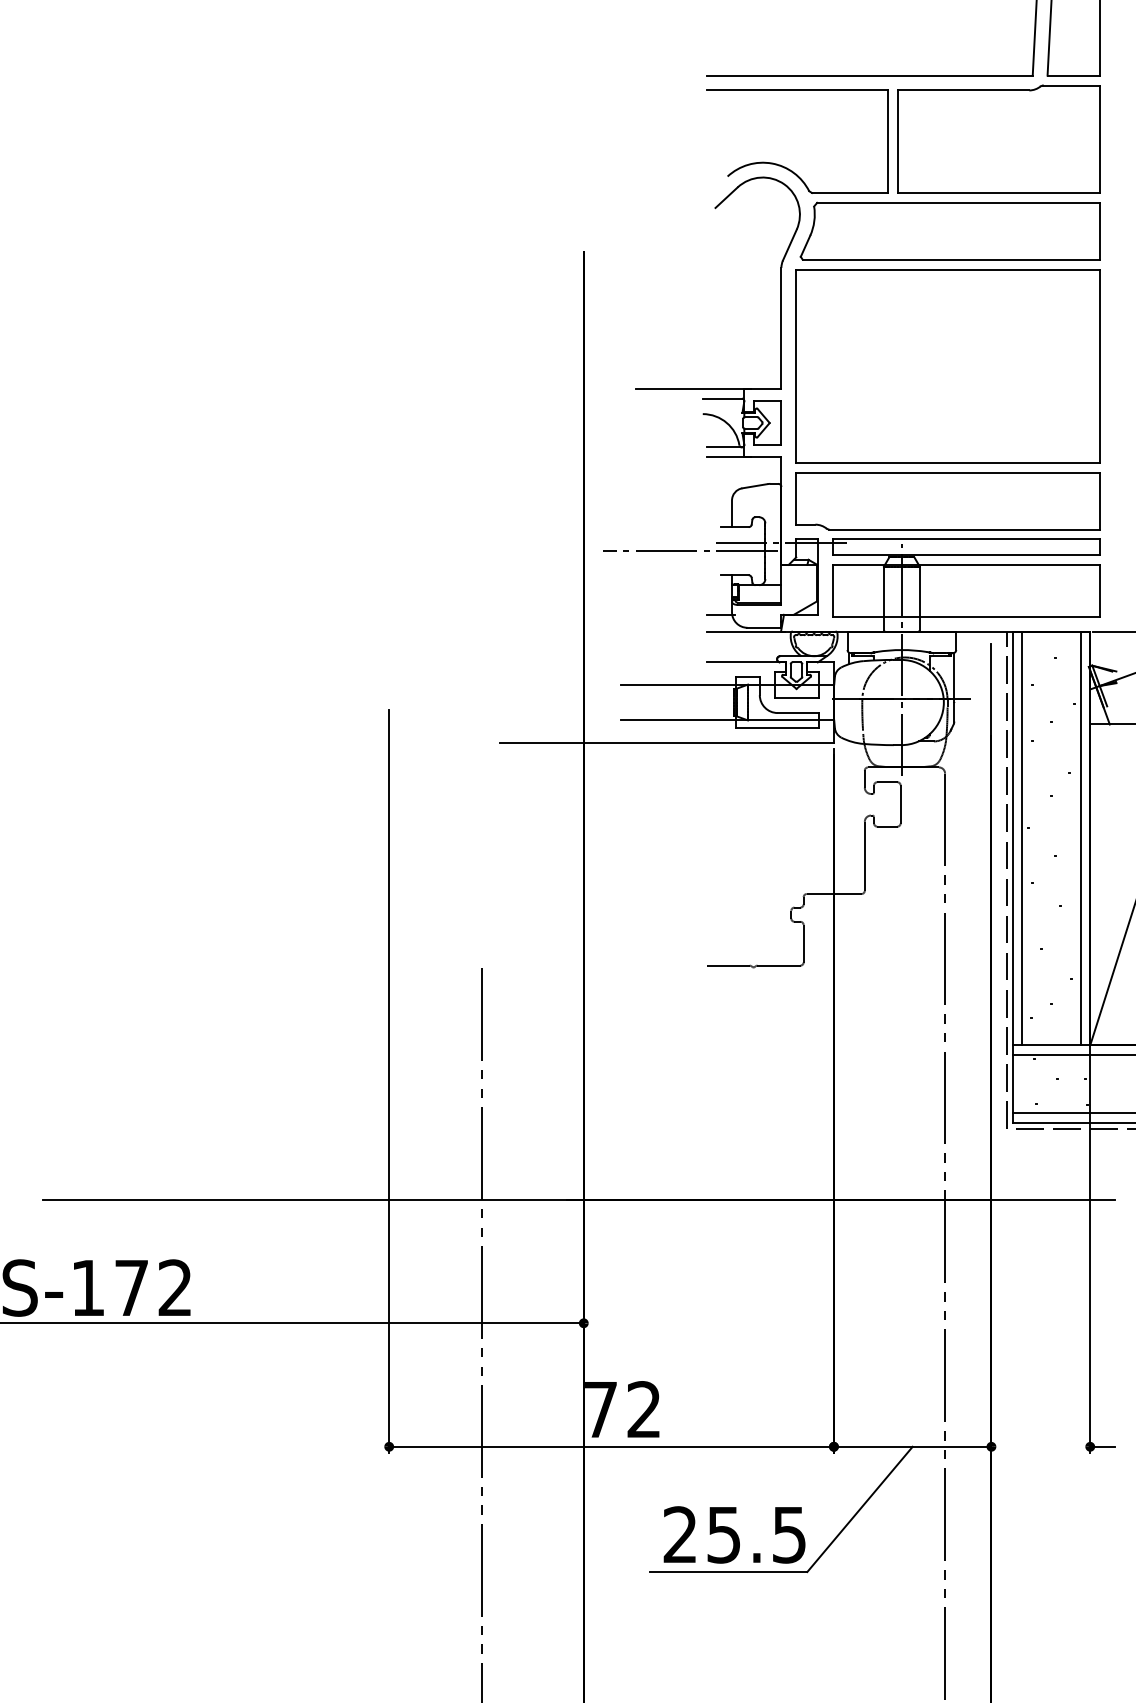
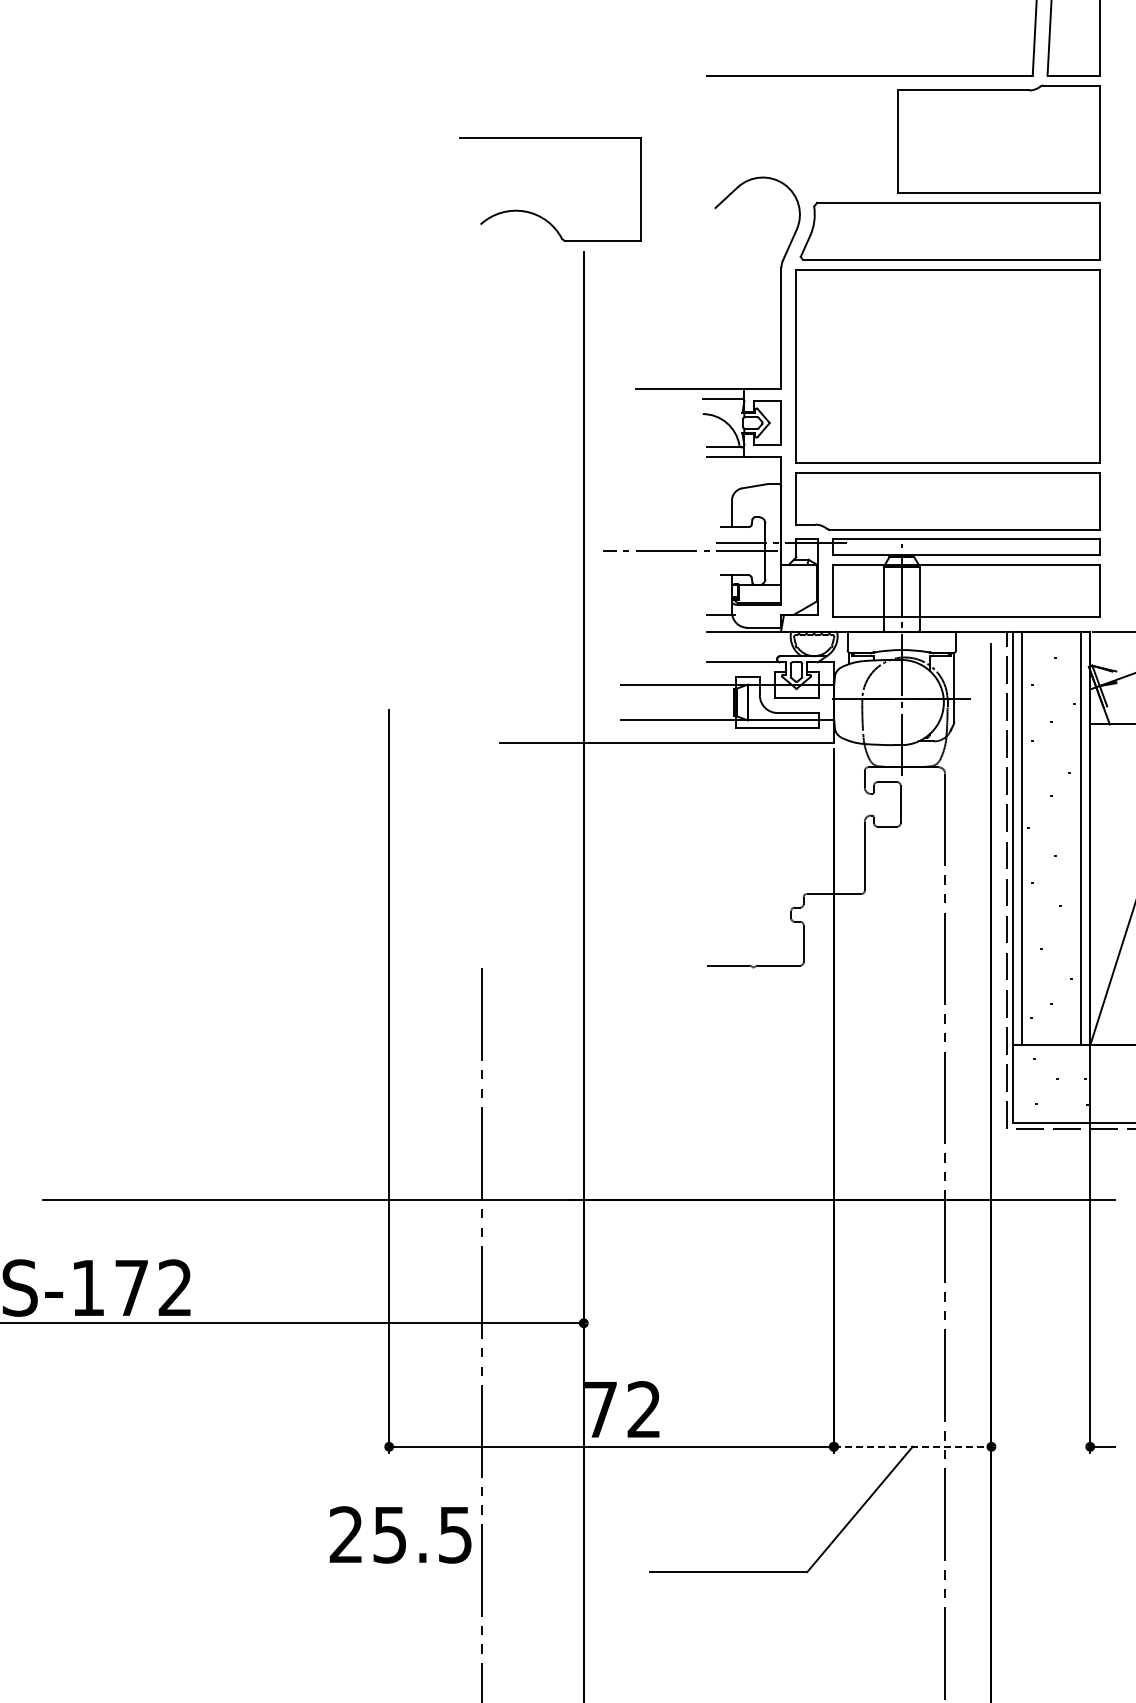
part at (785, 166) position: (785, 166) -> (538, 214)
line at (1072, 1054): present -> none
line at (1072, 1113): present -> none
line at (912, 1446): solid -> dashed
text at (734, 1534) position: (734, 1534) -> (400, 1534)
